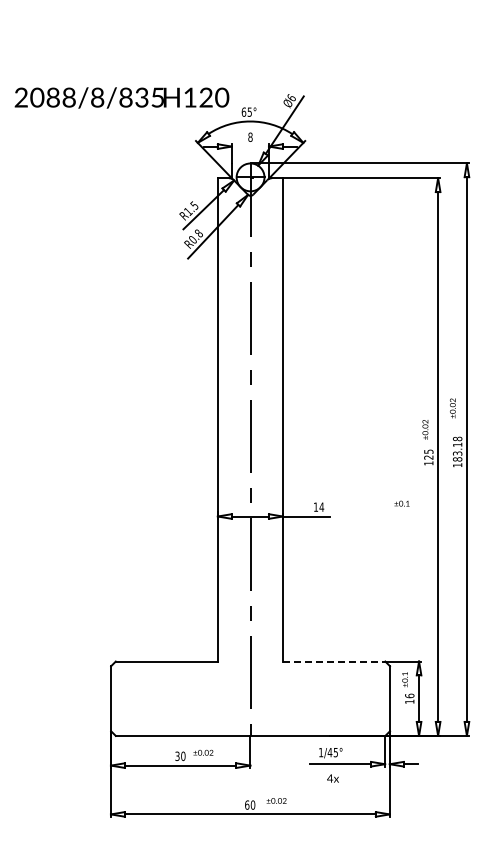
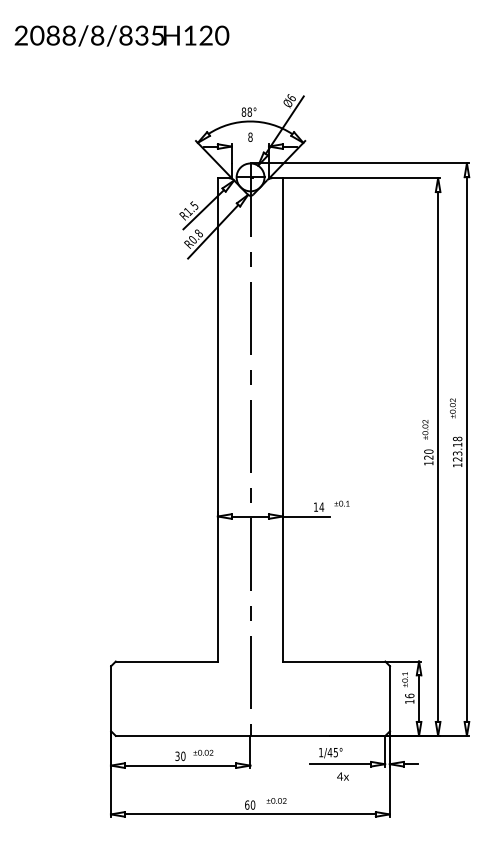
text at (121, 97) position: (121, 97) -> (121, 35)
text at (246, 111): 65° -> 88°
text at (428, 451): 125 -> 120
text at (457, 459): 183.18 -> 123.18
text at (401, 503) position: (401, 503) -> (341, 503)
line at (334, 661): dashed -> solid
text at (332, 778) position: (332, 778) -> (342, 776)
